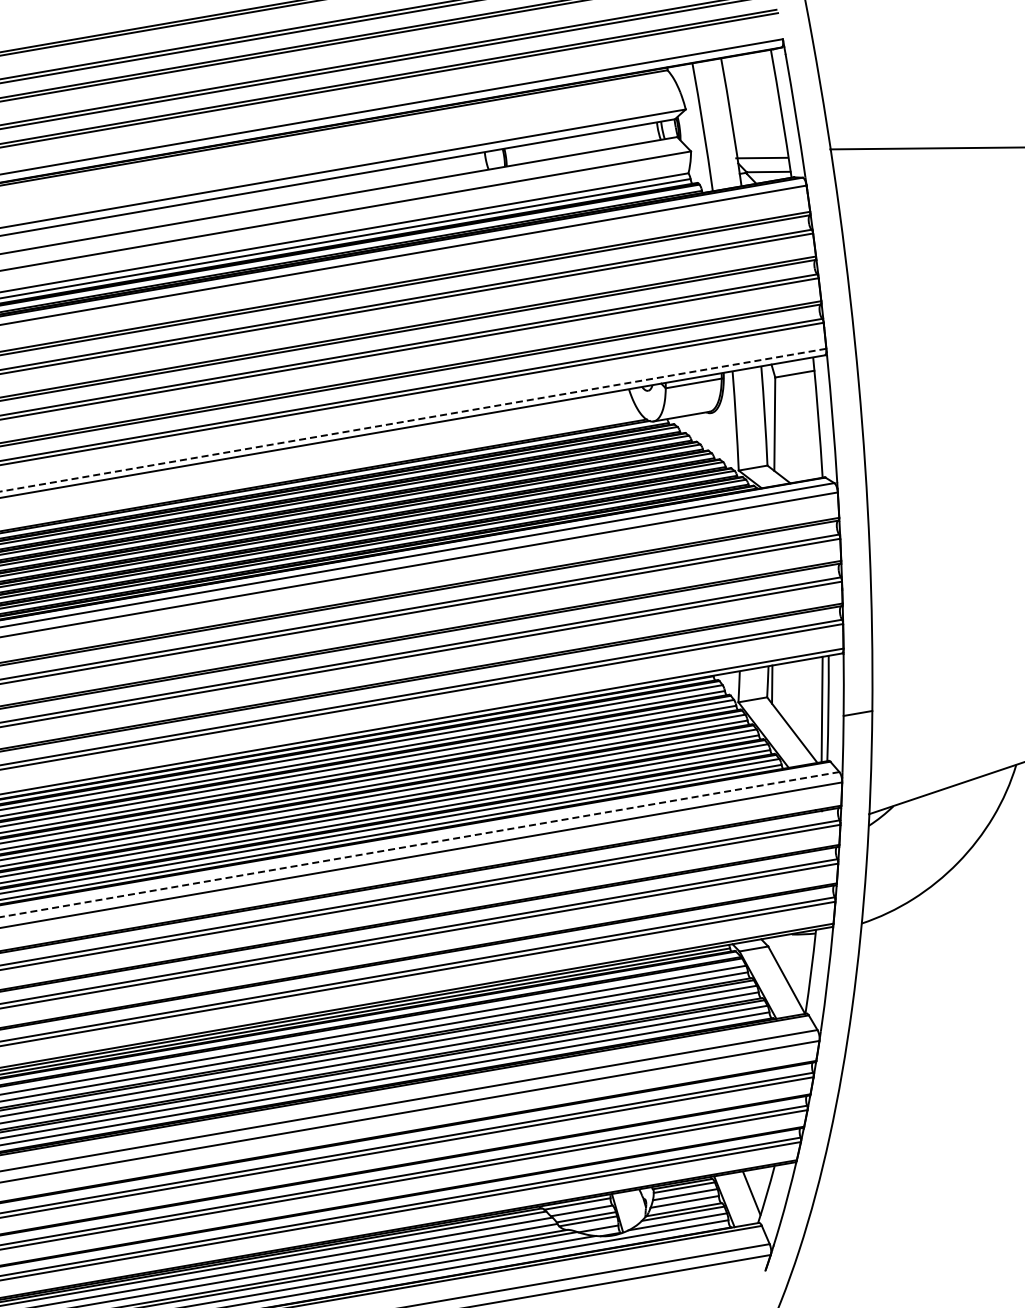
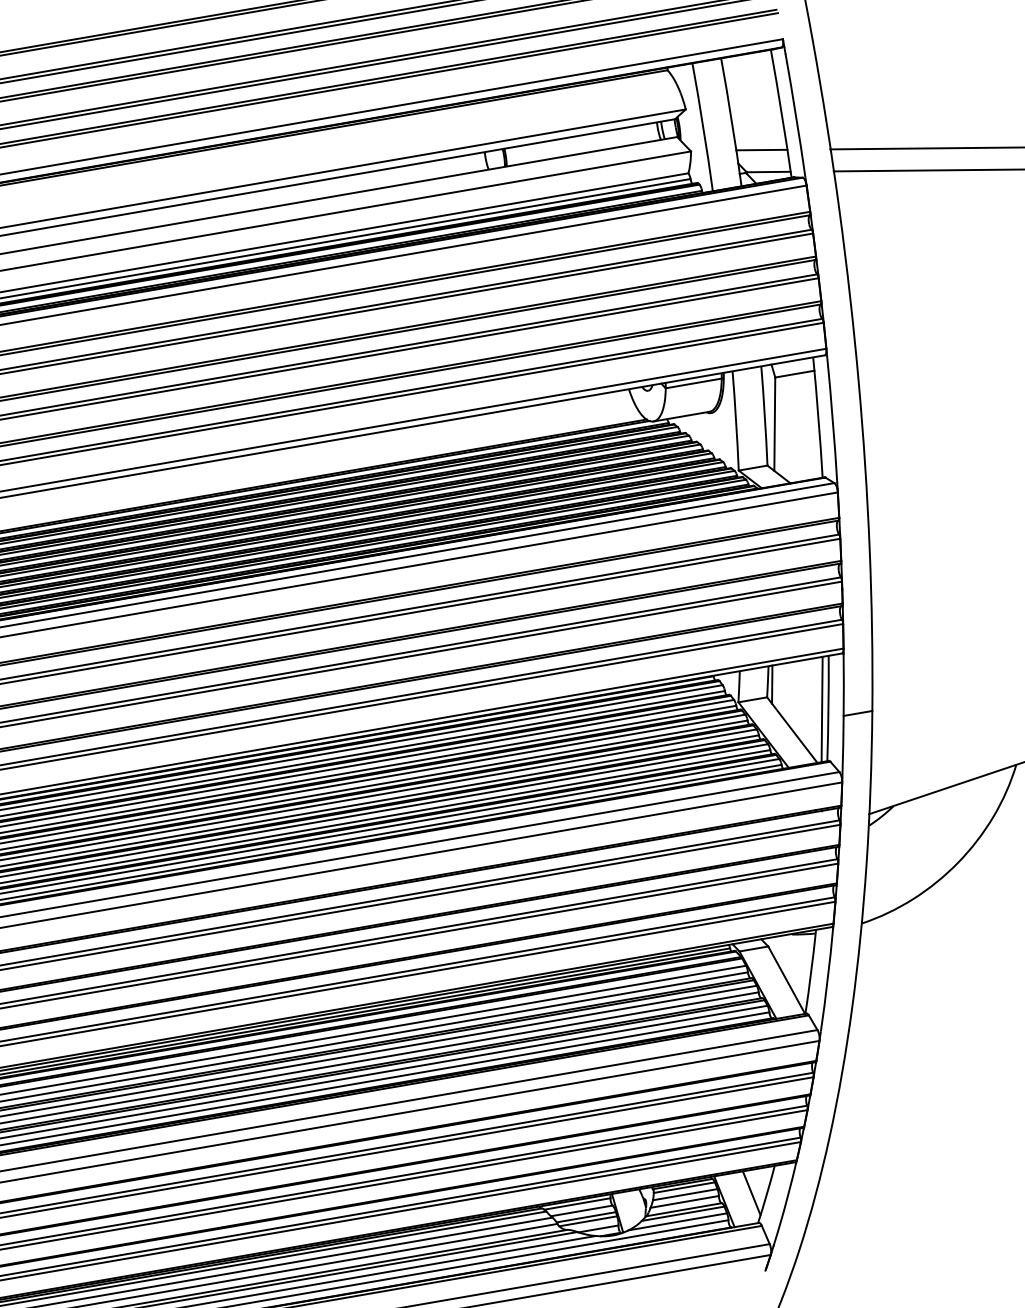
line at (761, 157) position: (761, 157) -> (761, 149)
line at (927, 170): none -> present
line at (412, 420): dashed -> solid
line at (419, 844): dashed -> solid
